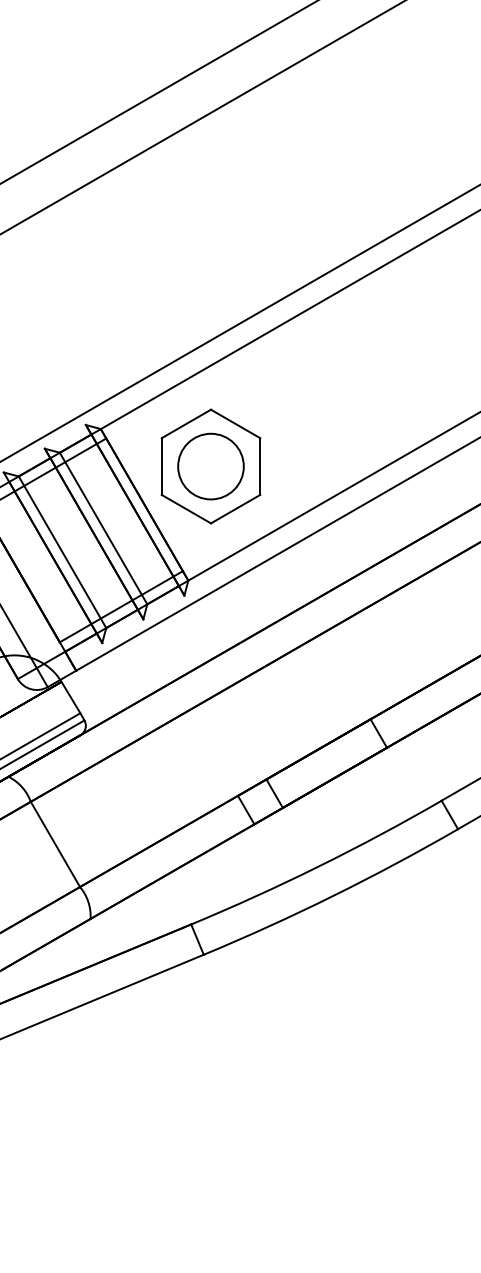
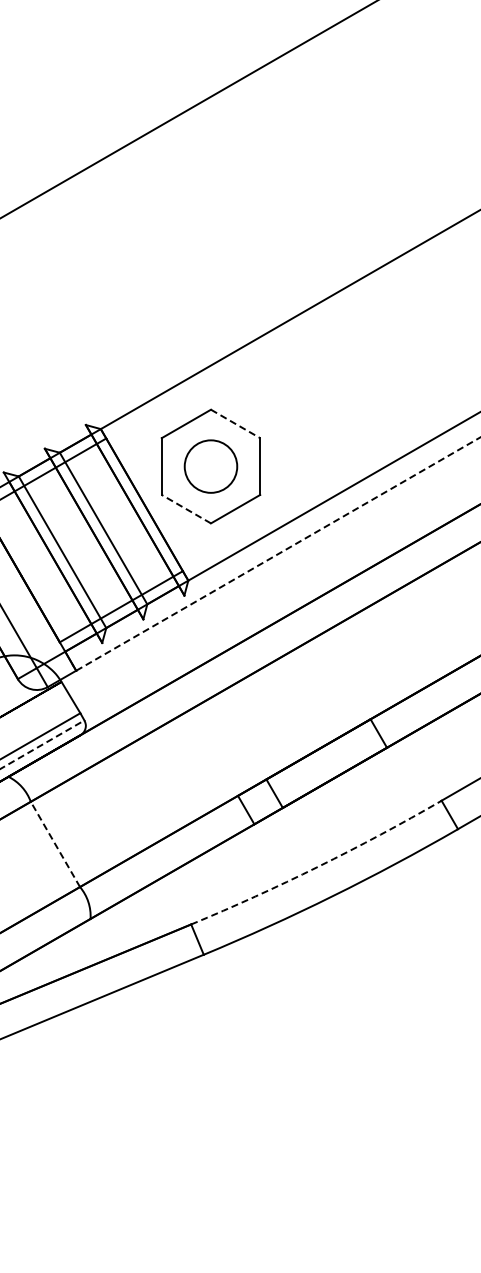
line at (158, 92): present -> none
line at (202, 117) position: (202, 117) -> (188, 109)
line at (239, 323): present -> none
line at (236, 424): solid -> dashed
circle at (210, 466) diameter: 66 px -> 53 px
line at (185, 508): solid -> dashed
line at (278, 554): solid -> dashed
line at (42, 744): solid -> dashed
line at (55, 844): solid -> dashed
arc at (318, 866): solid -> dashed
